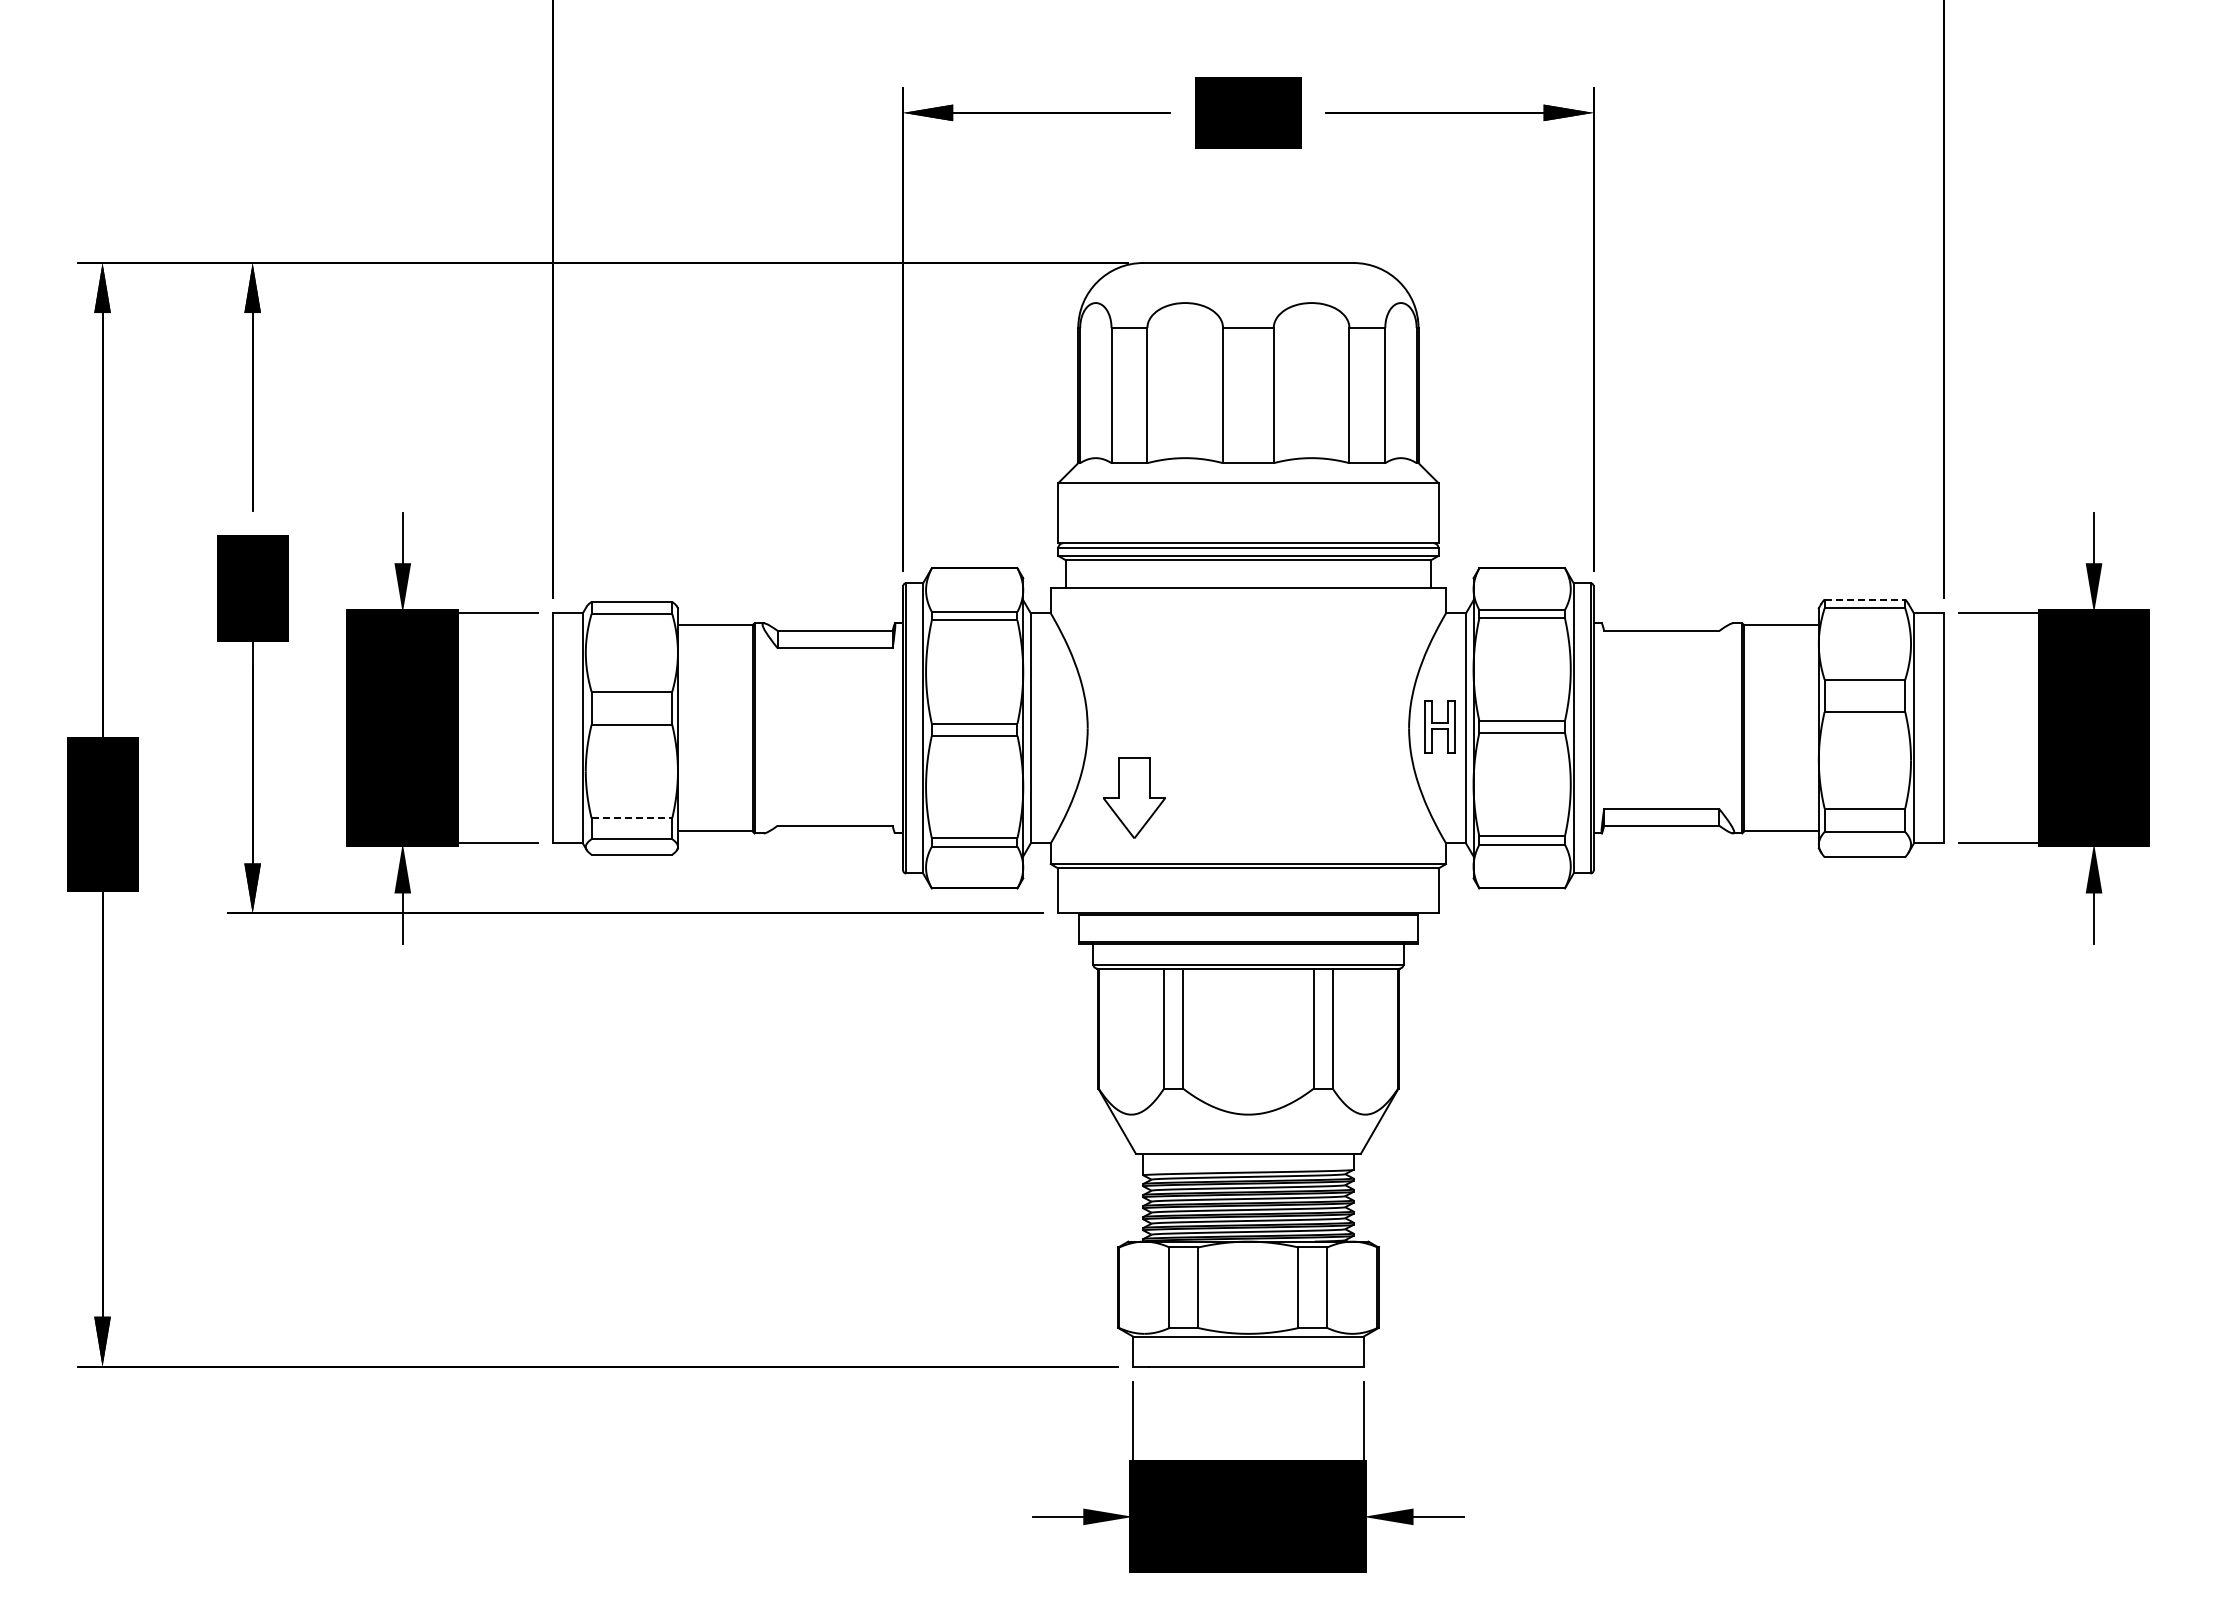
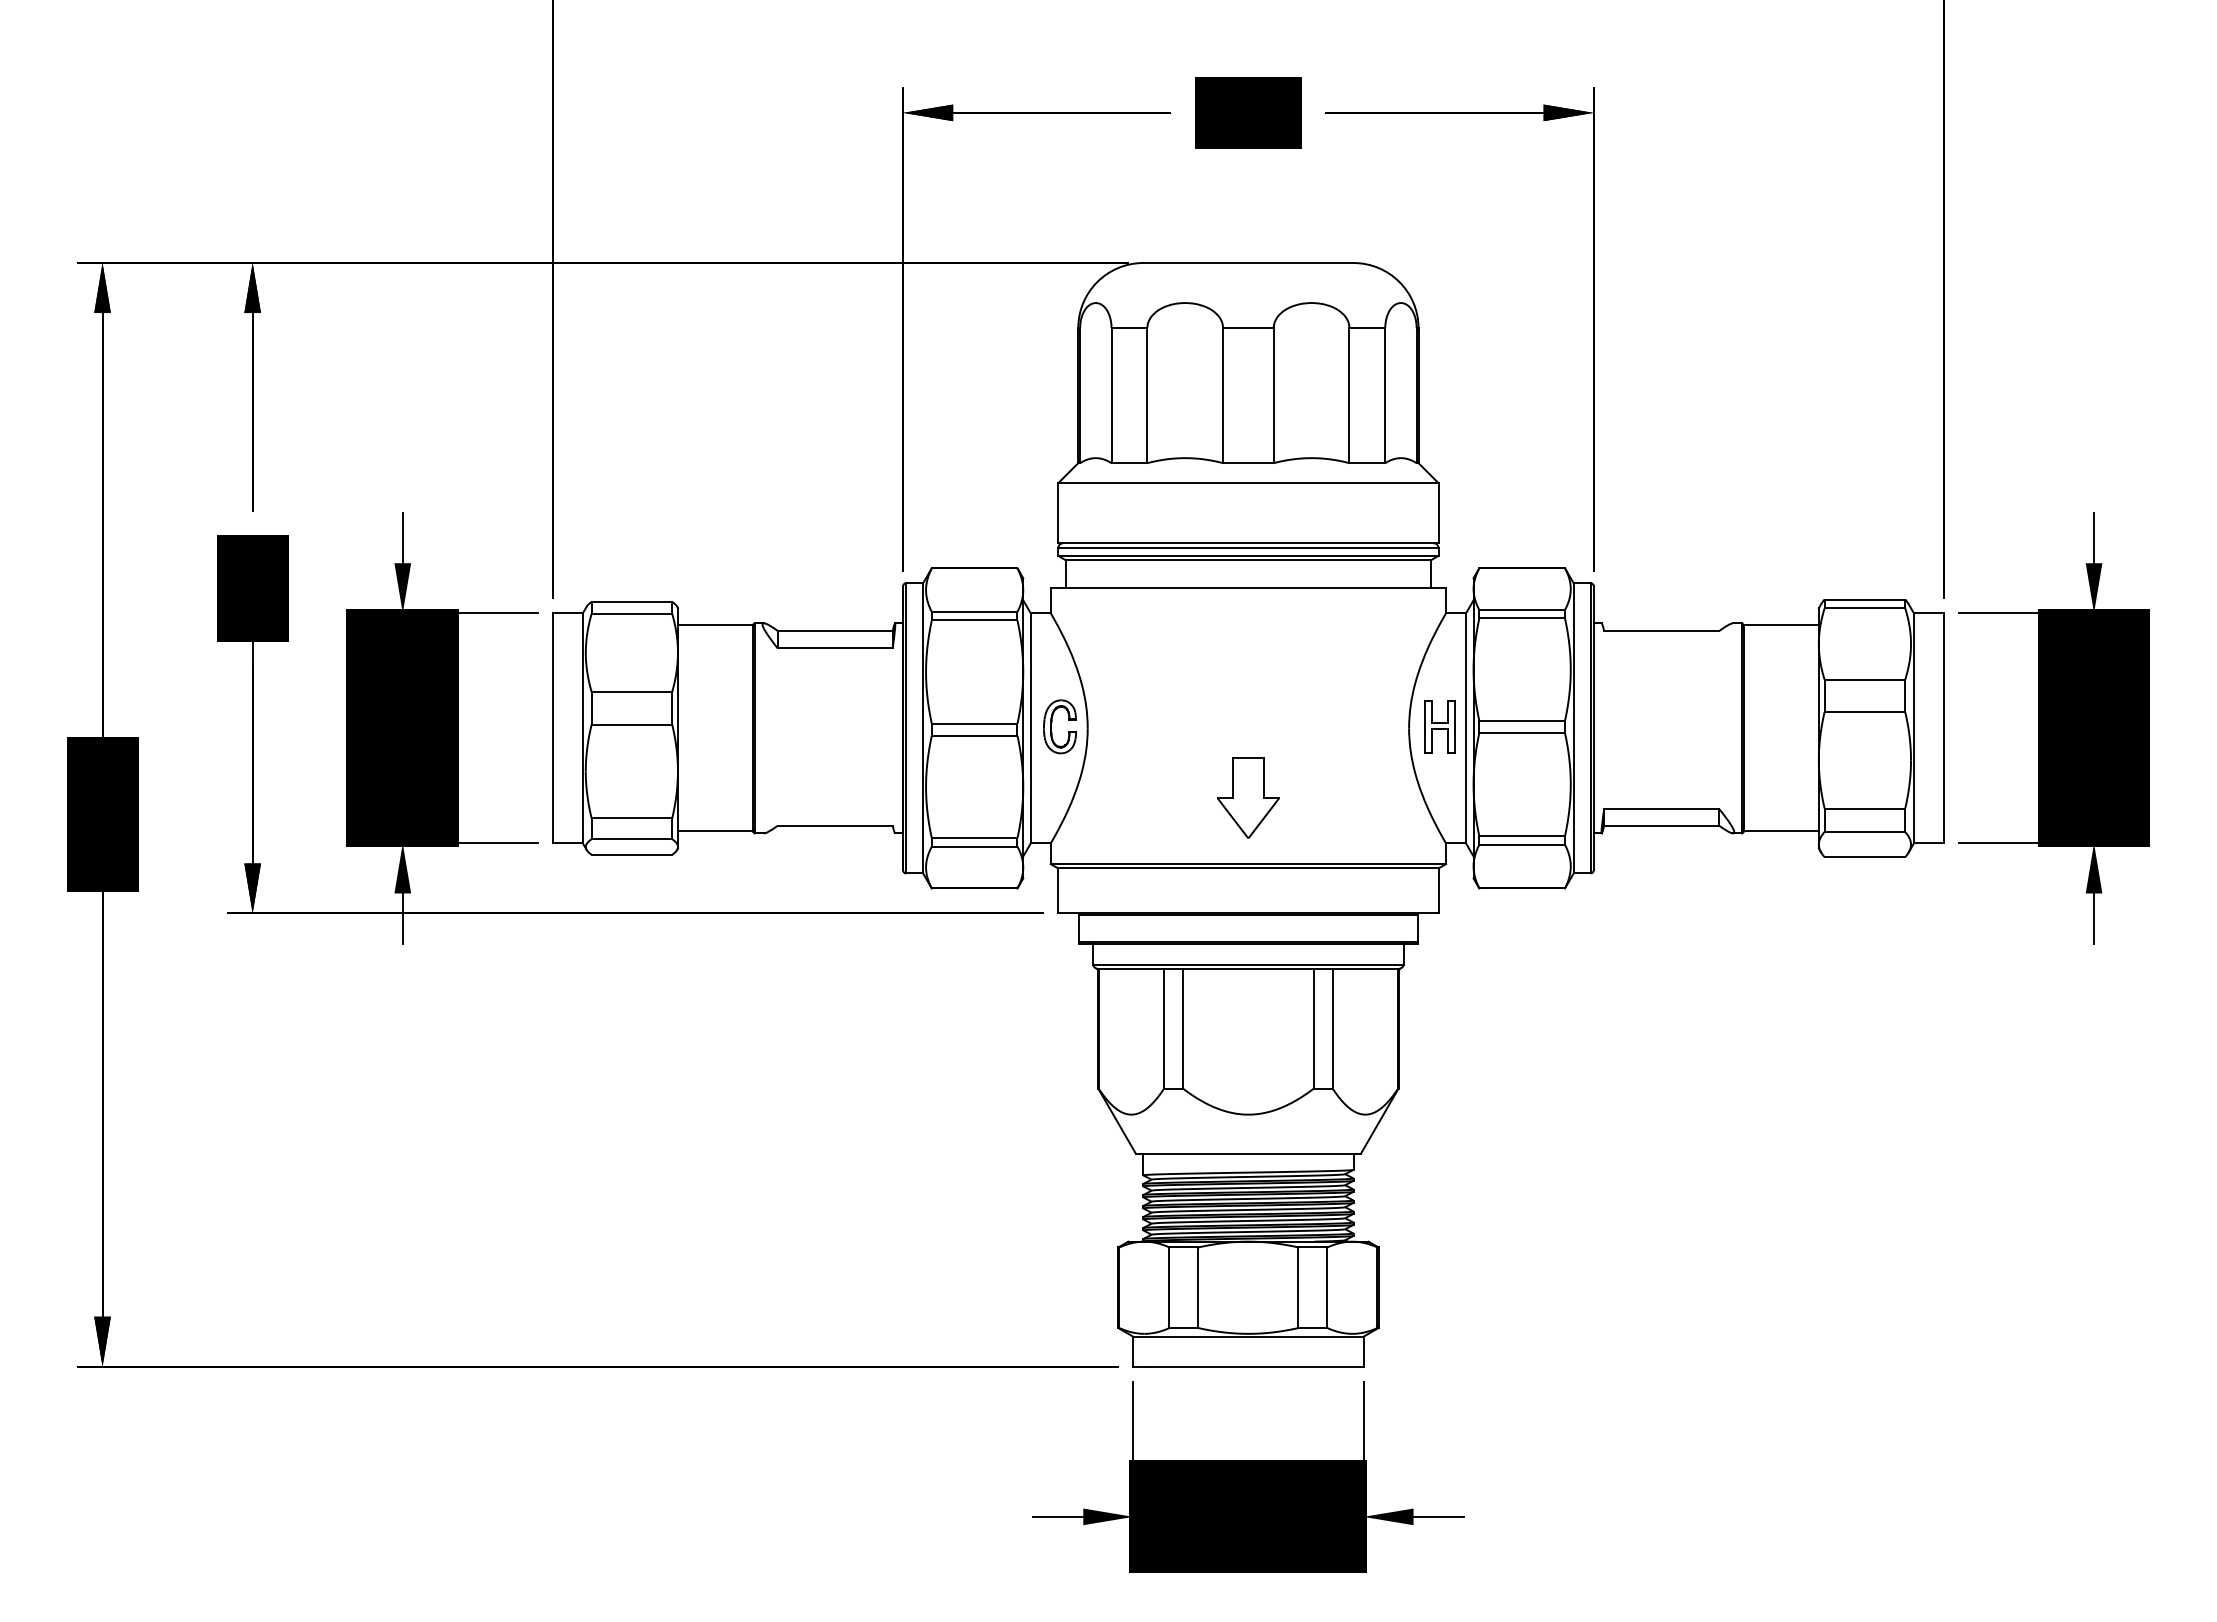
line at (1865, 599): dashed -> solid
part at (1052, 723): none -> present
part at (1134, 797) position: (1134, 797) -> (1248, 797)
line at (632, 818): dashed -> solid
